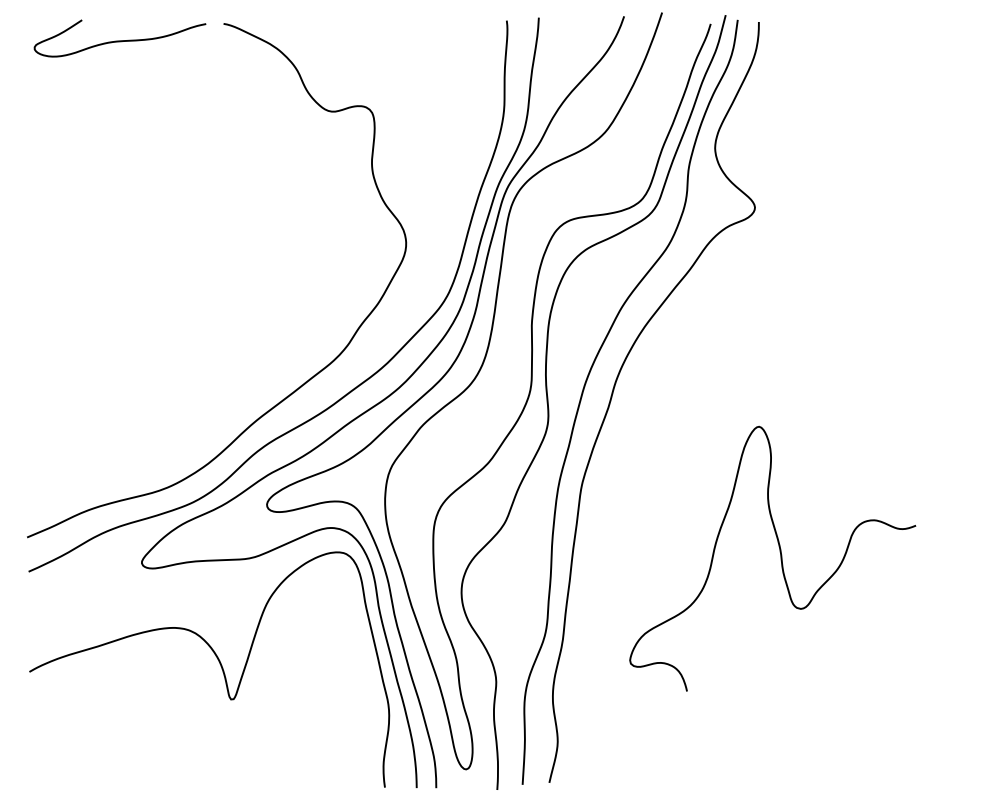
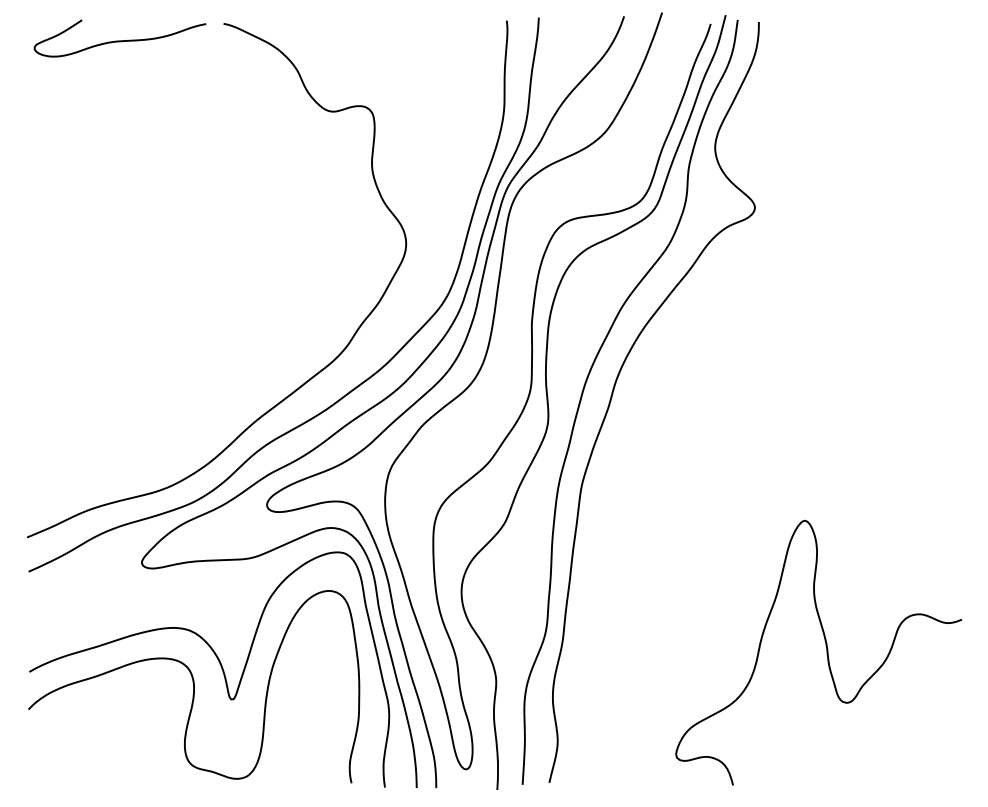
curve at (780, 558) position: (780, 558) -> (826, 652)
curve at (194, 686): none -> present
